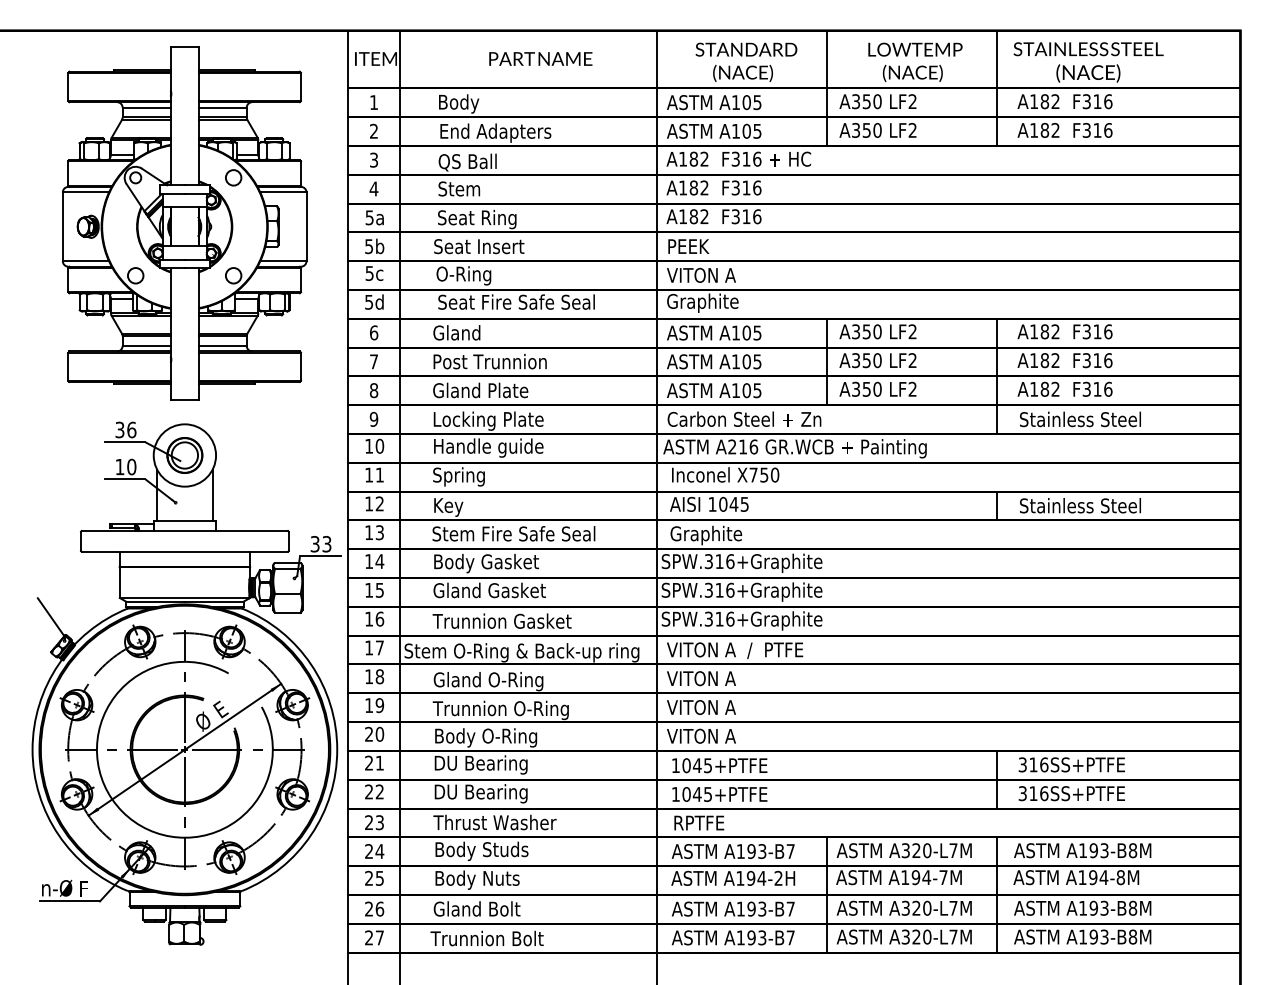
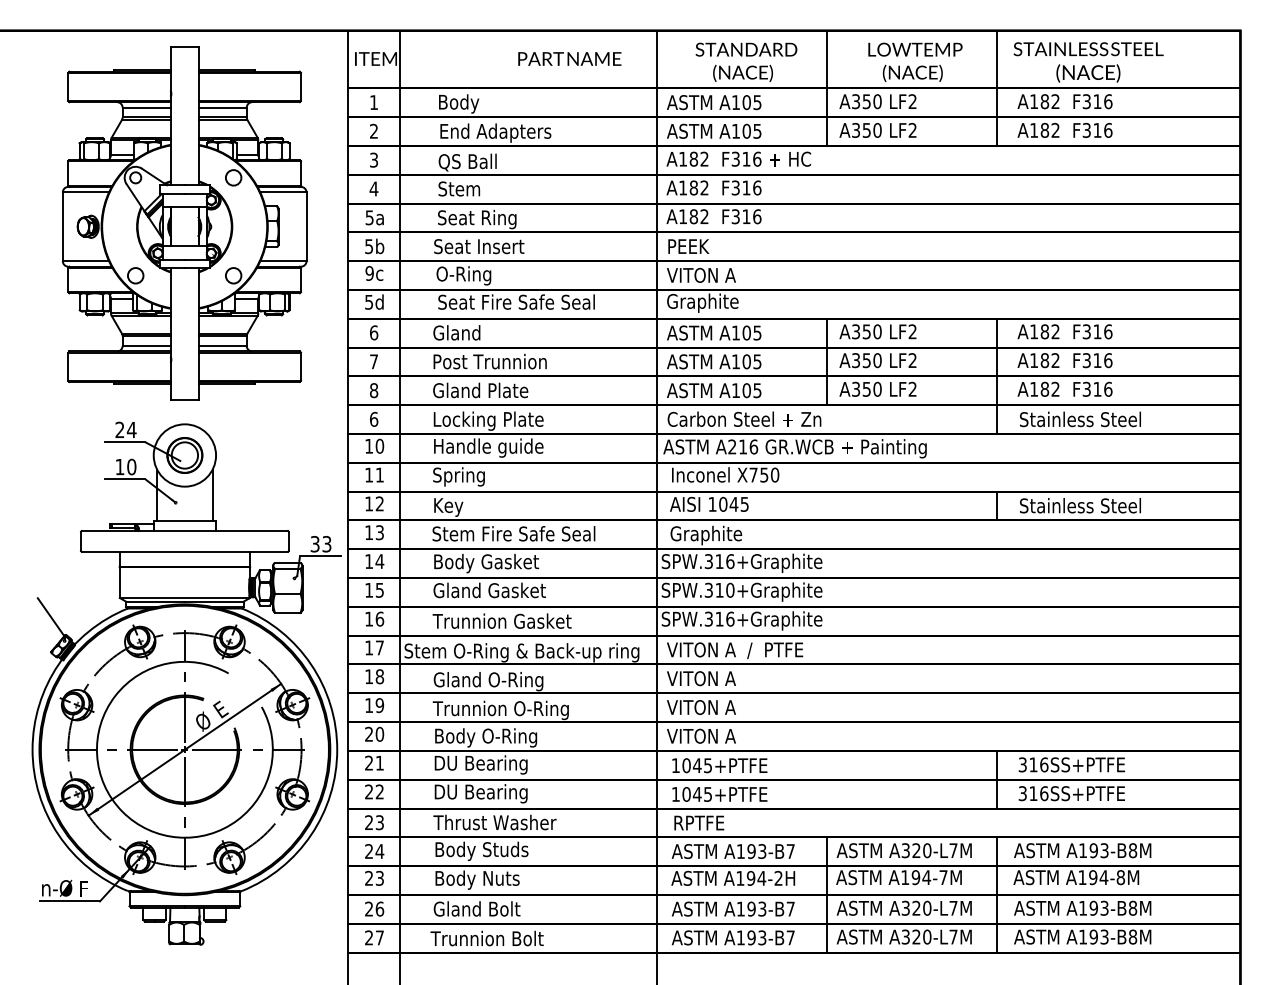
text at (540, 58) position: (540, 58) -> (569, 58)
text at (369, 273): 5c -> 9c
text at (373, 418): 9 -> 6
text at (125, 429): 36 -> 24
text at (730, 589): SPW.316+Graphite -> SPW.310+Graphite
text at (379, 877): 25 -> 23
